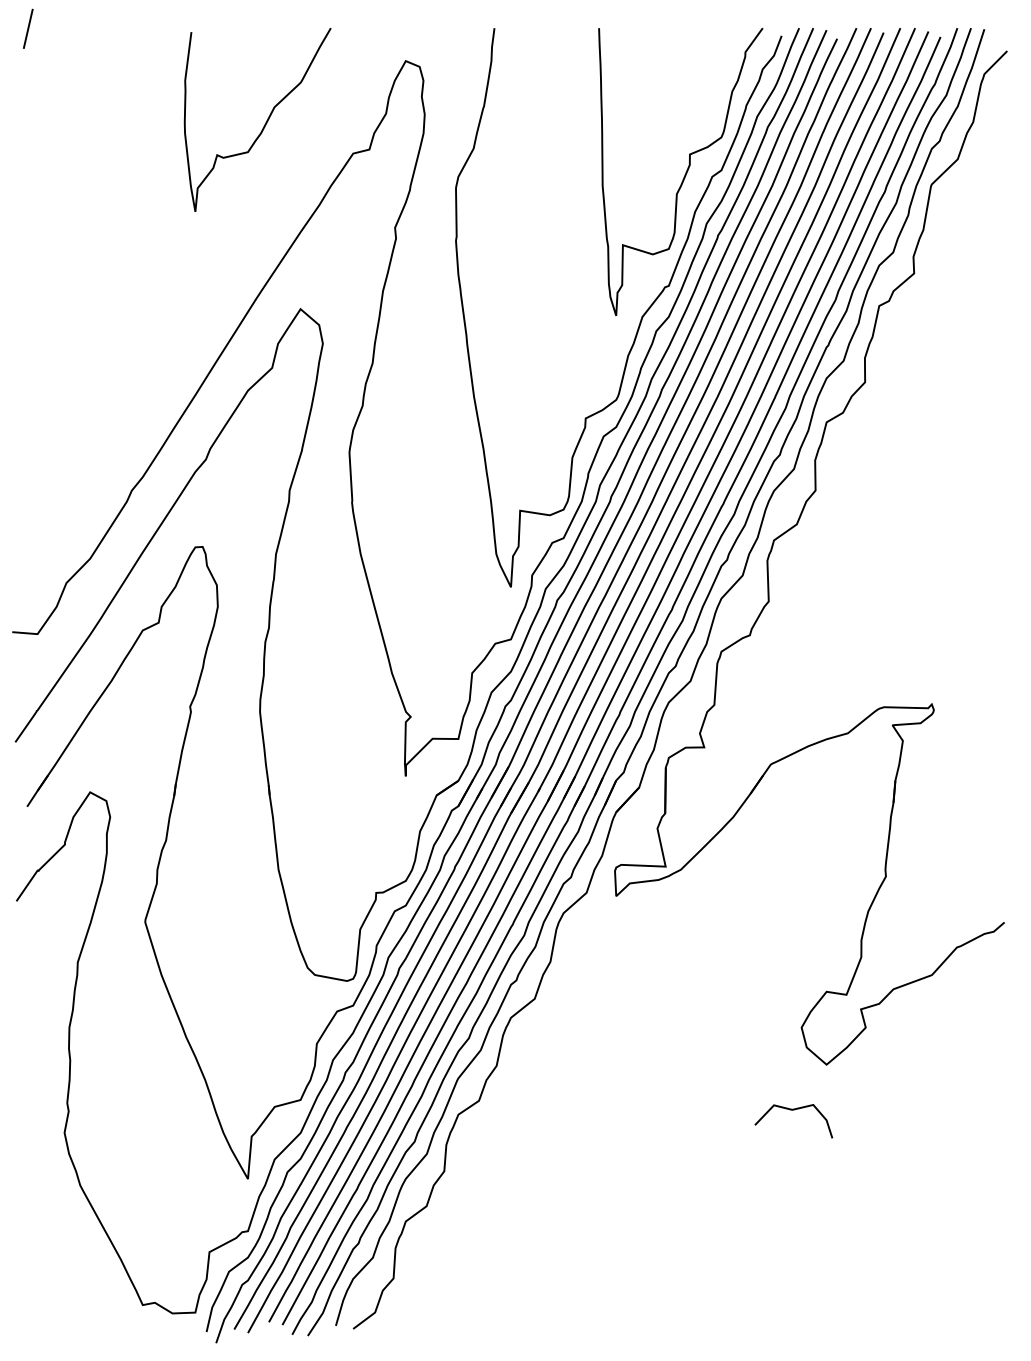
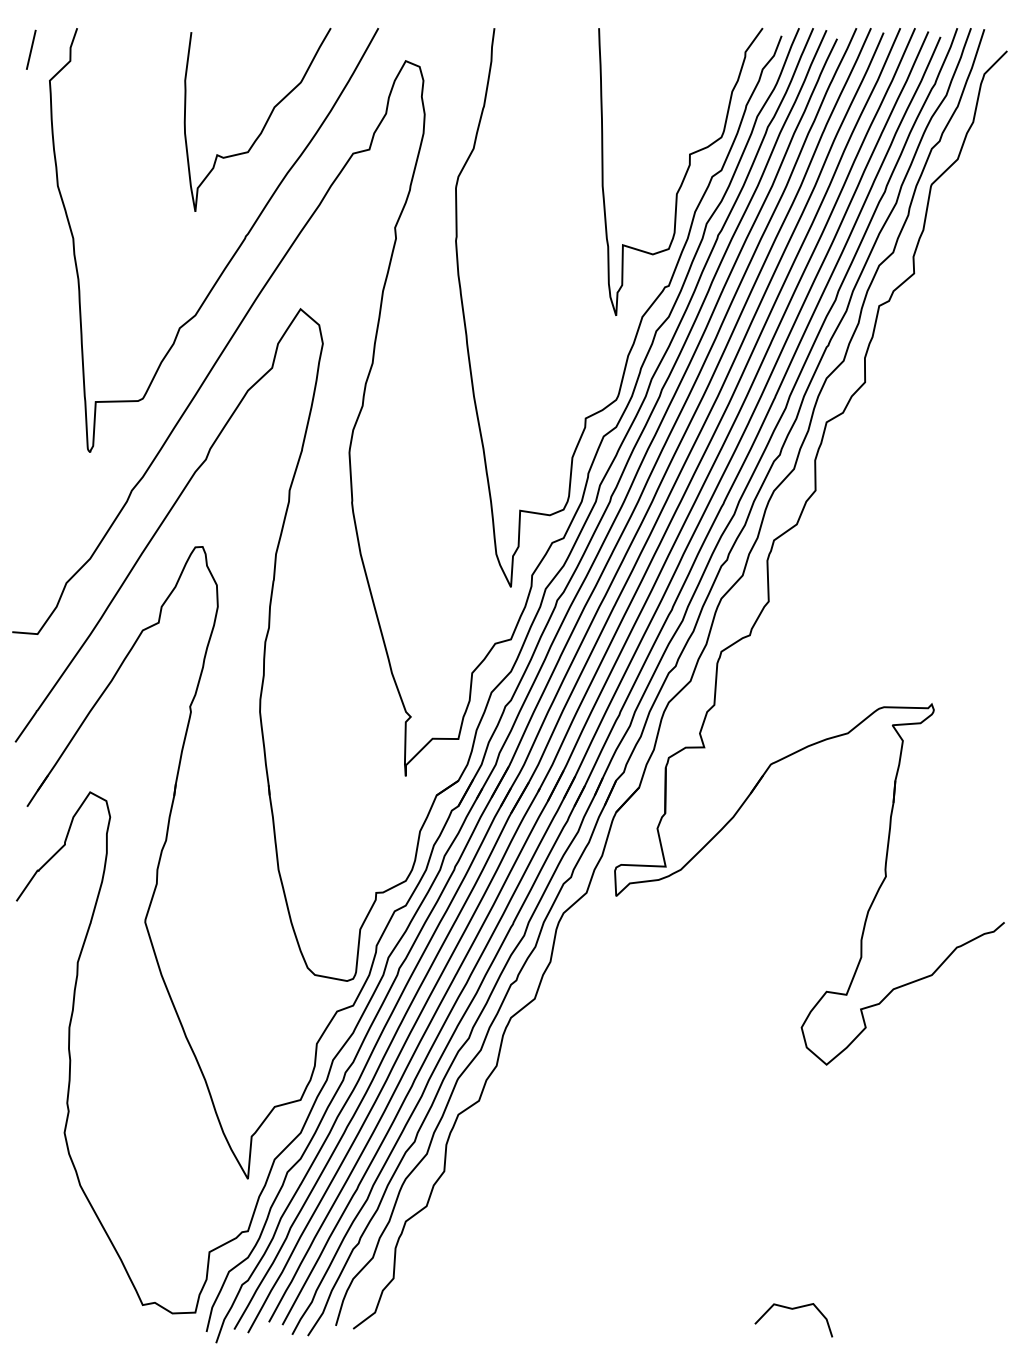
line at (28, 28) position: (28, 28) -> (31, 49)
curve at (234, 252): none -> present
curve at (793, 1110) position: (793, 1110) -> (793, 1309)
